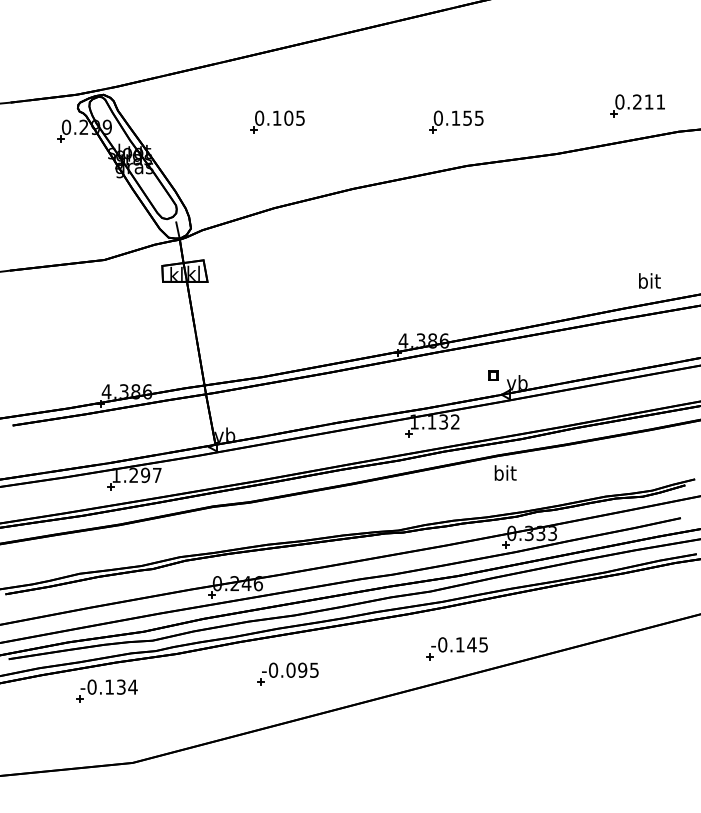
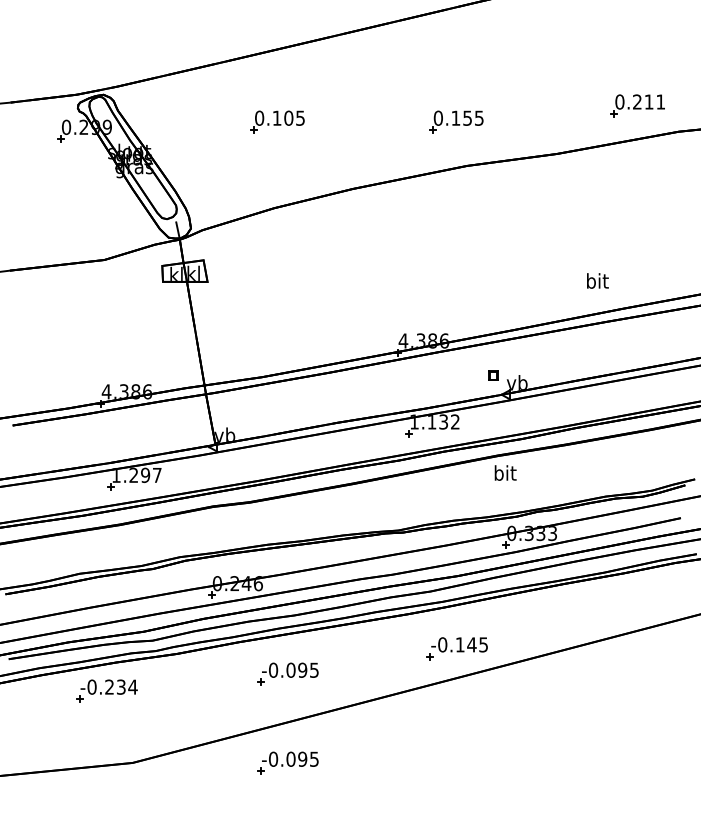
text at (649, 280) position: (649, 280) -> (597, 280)
text at (109, 686): -0.134 -> -0.234
part at (287, 762): none -> present
